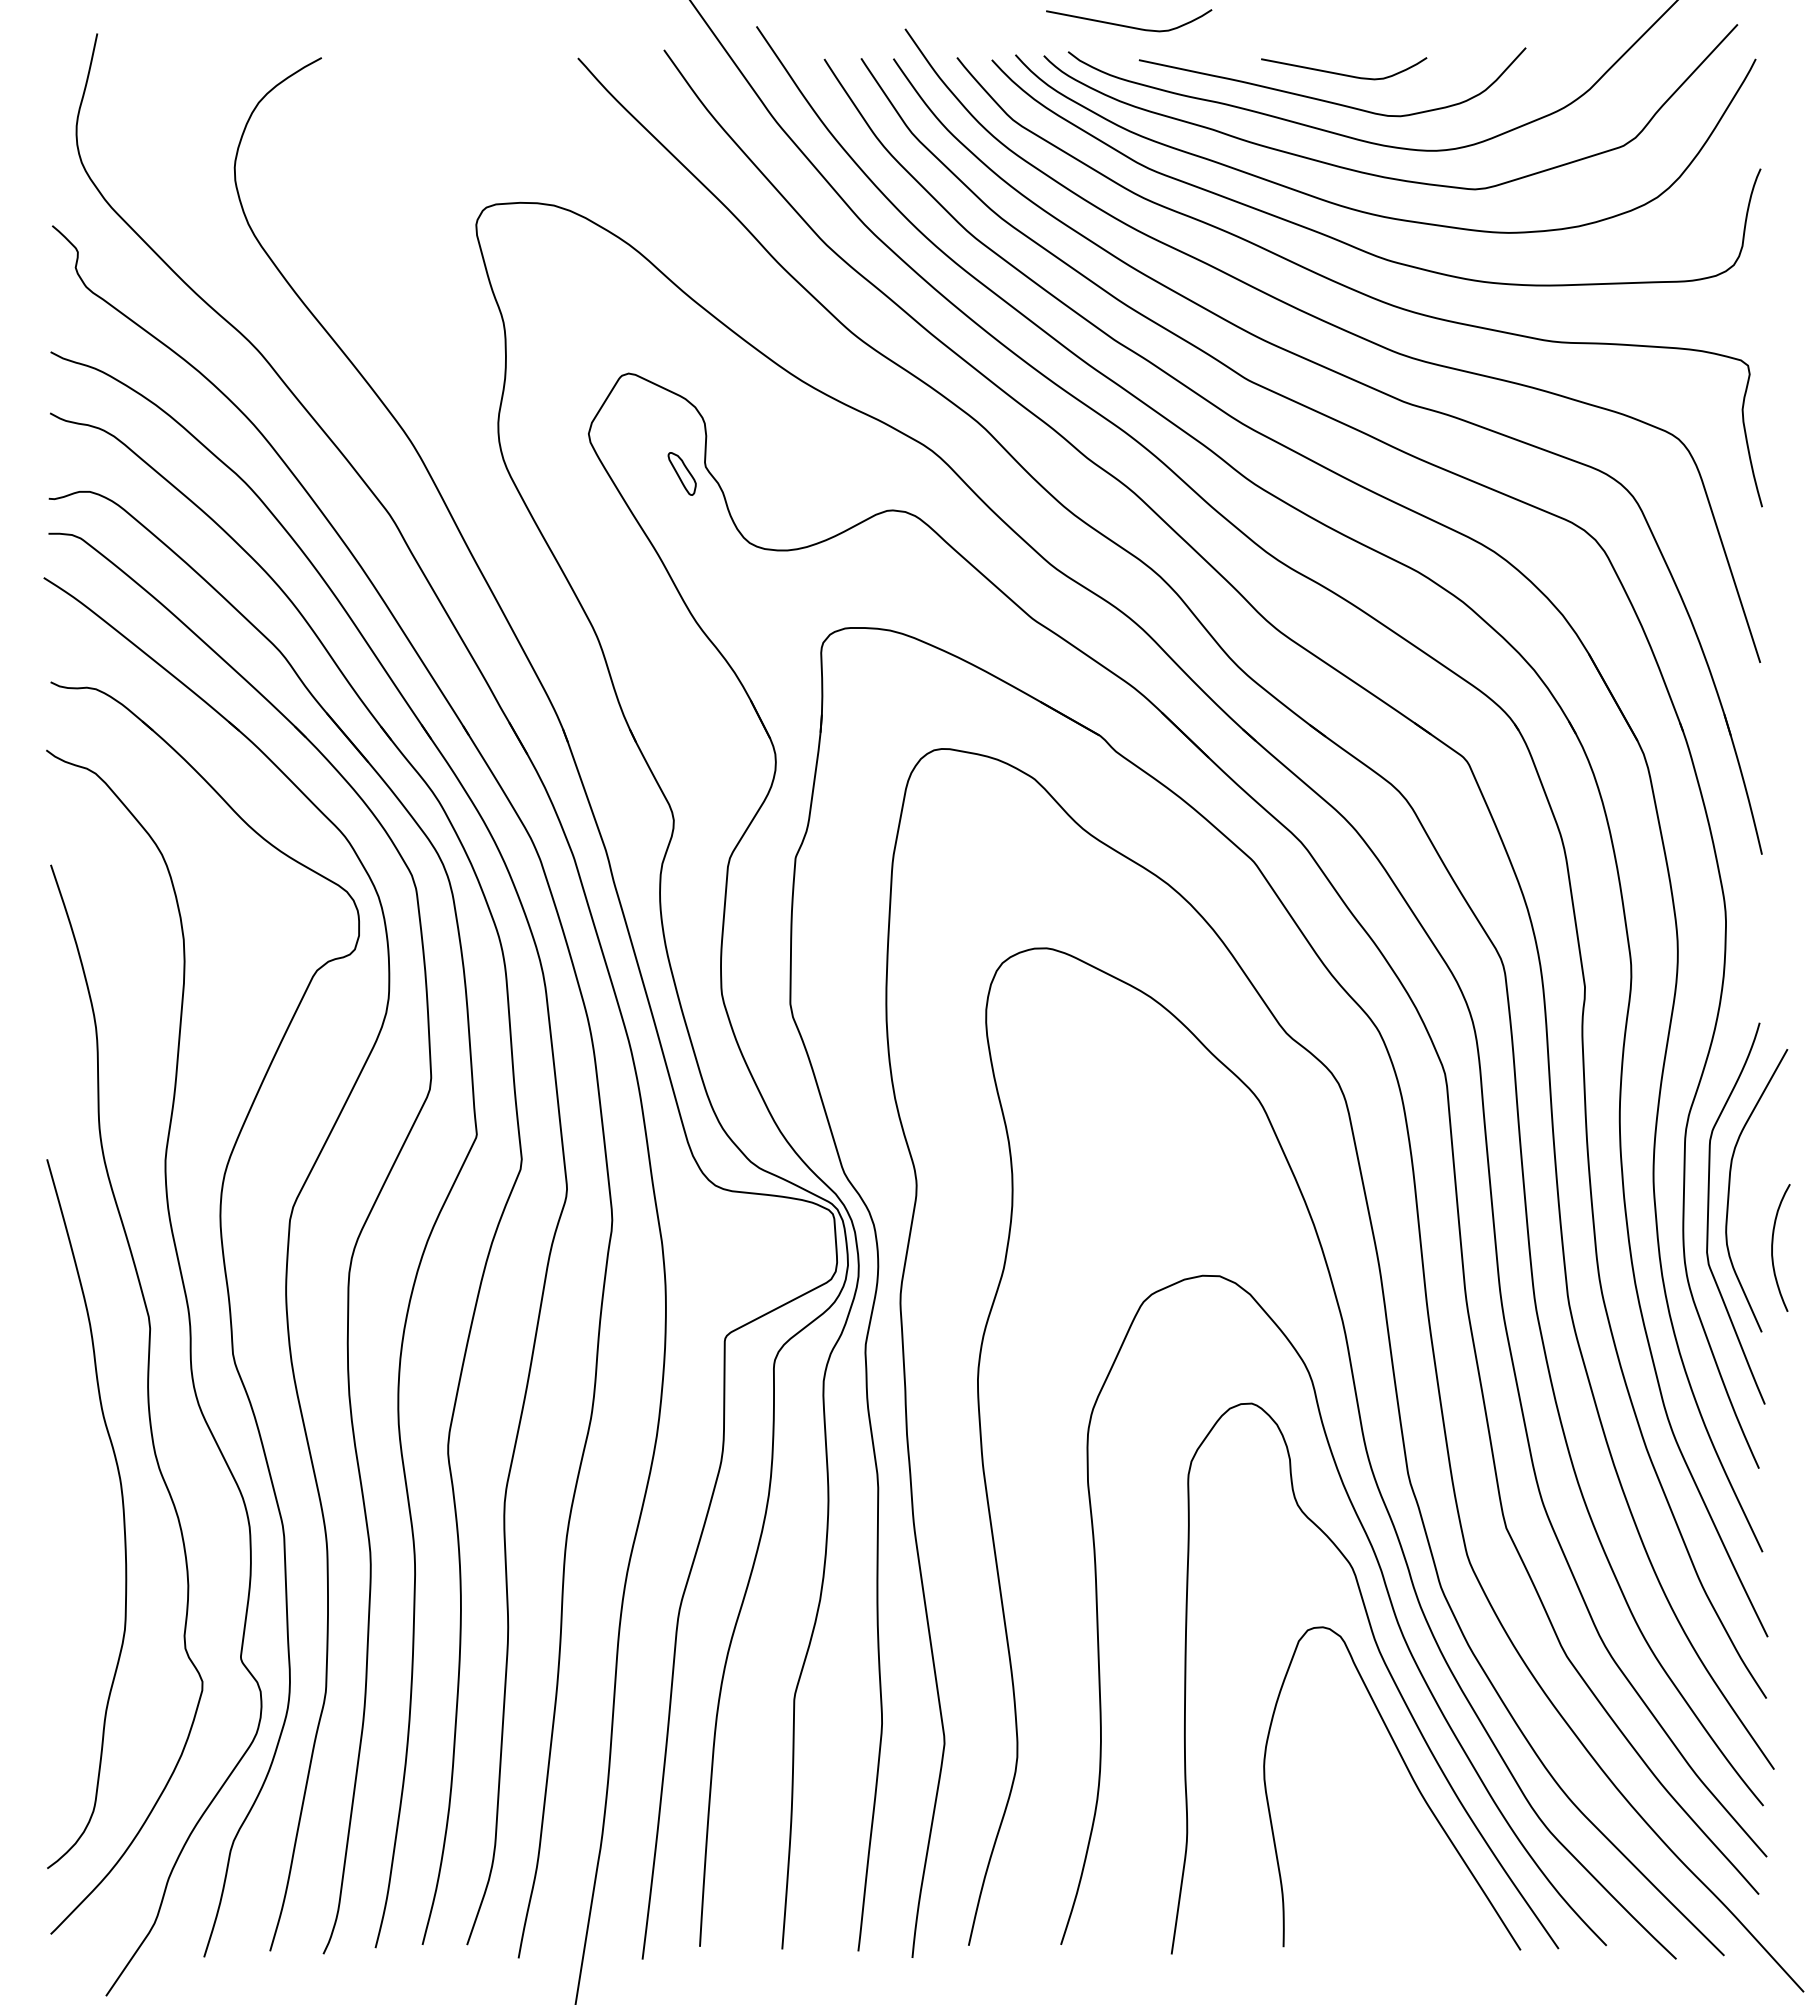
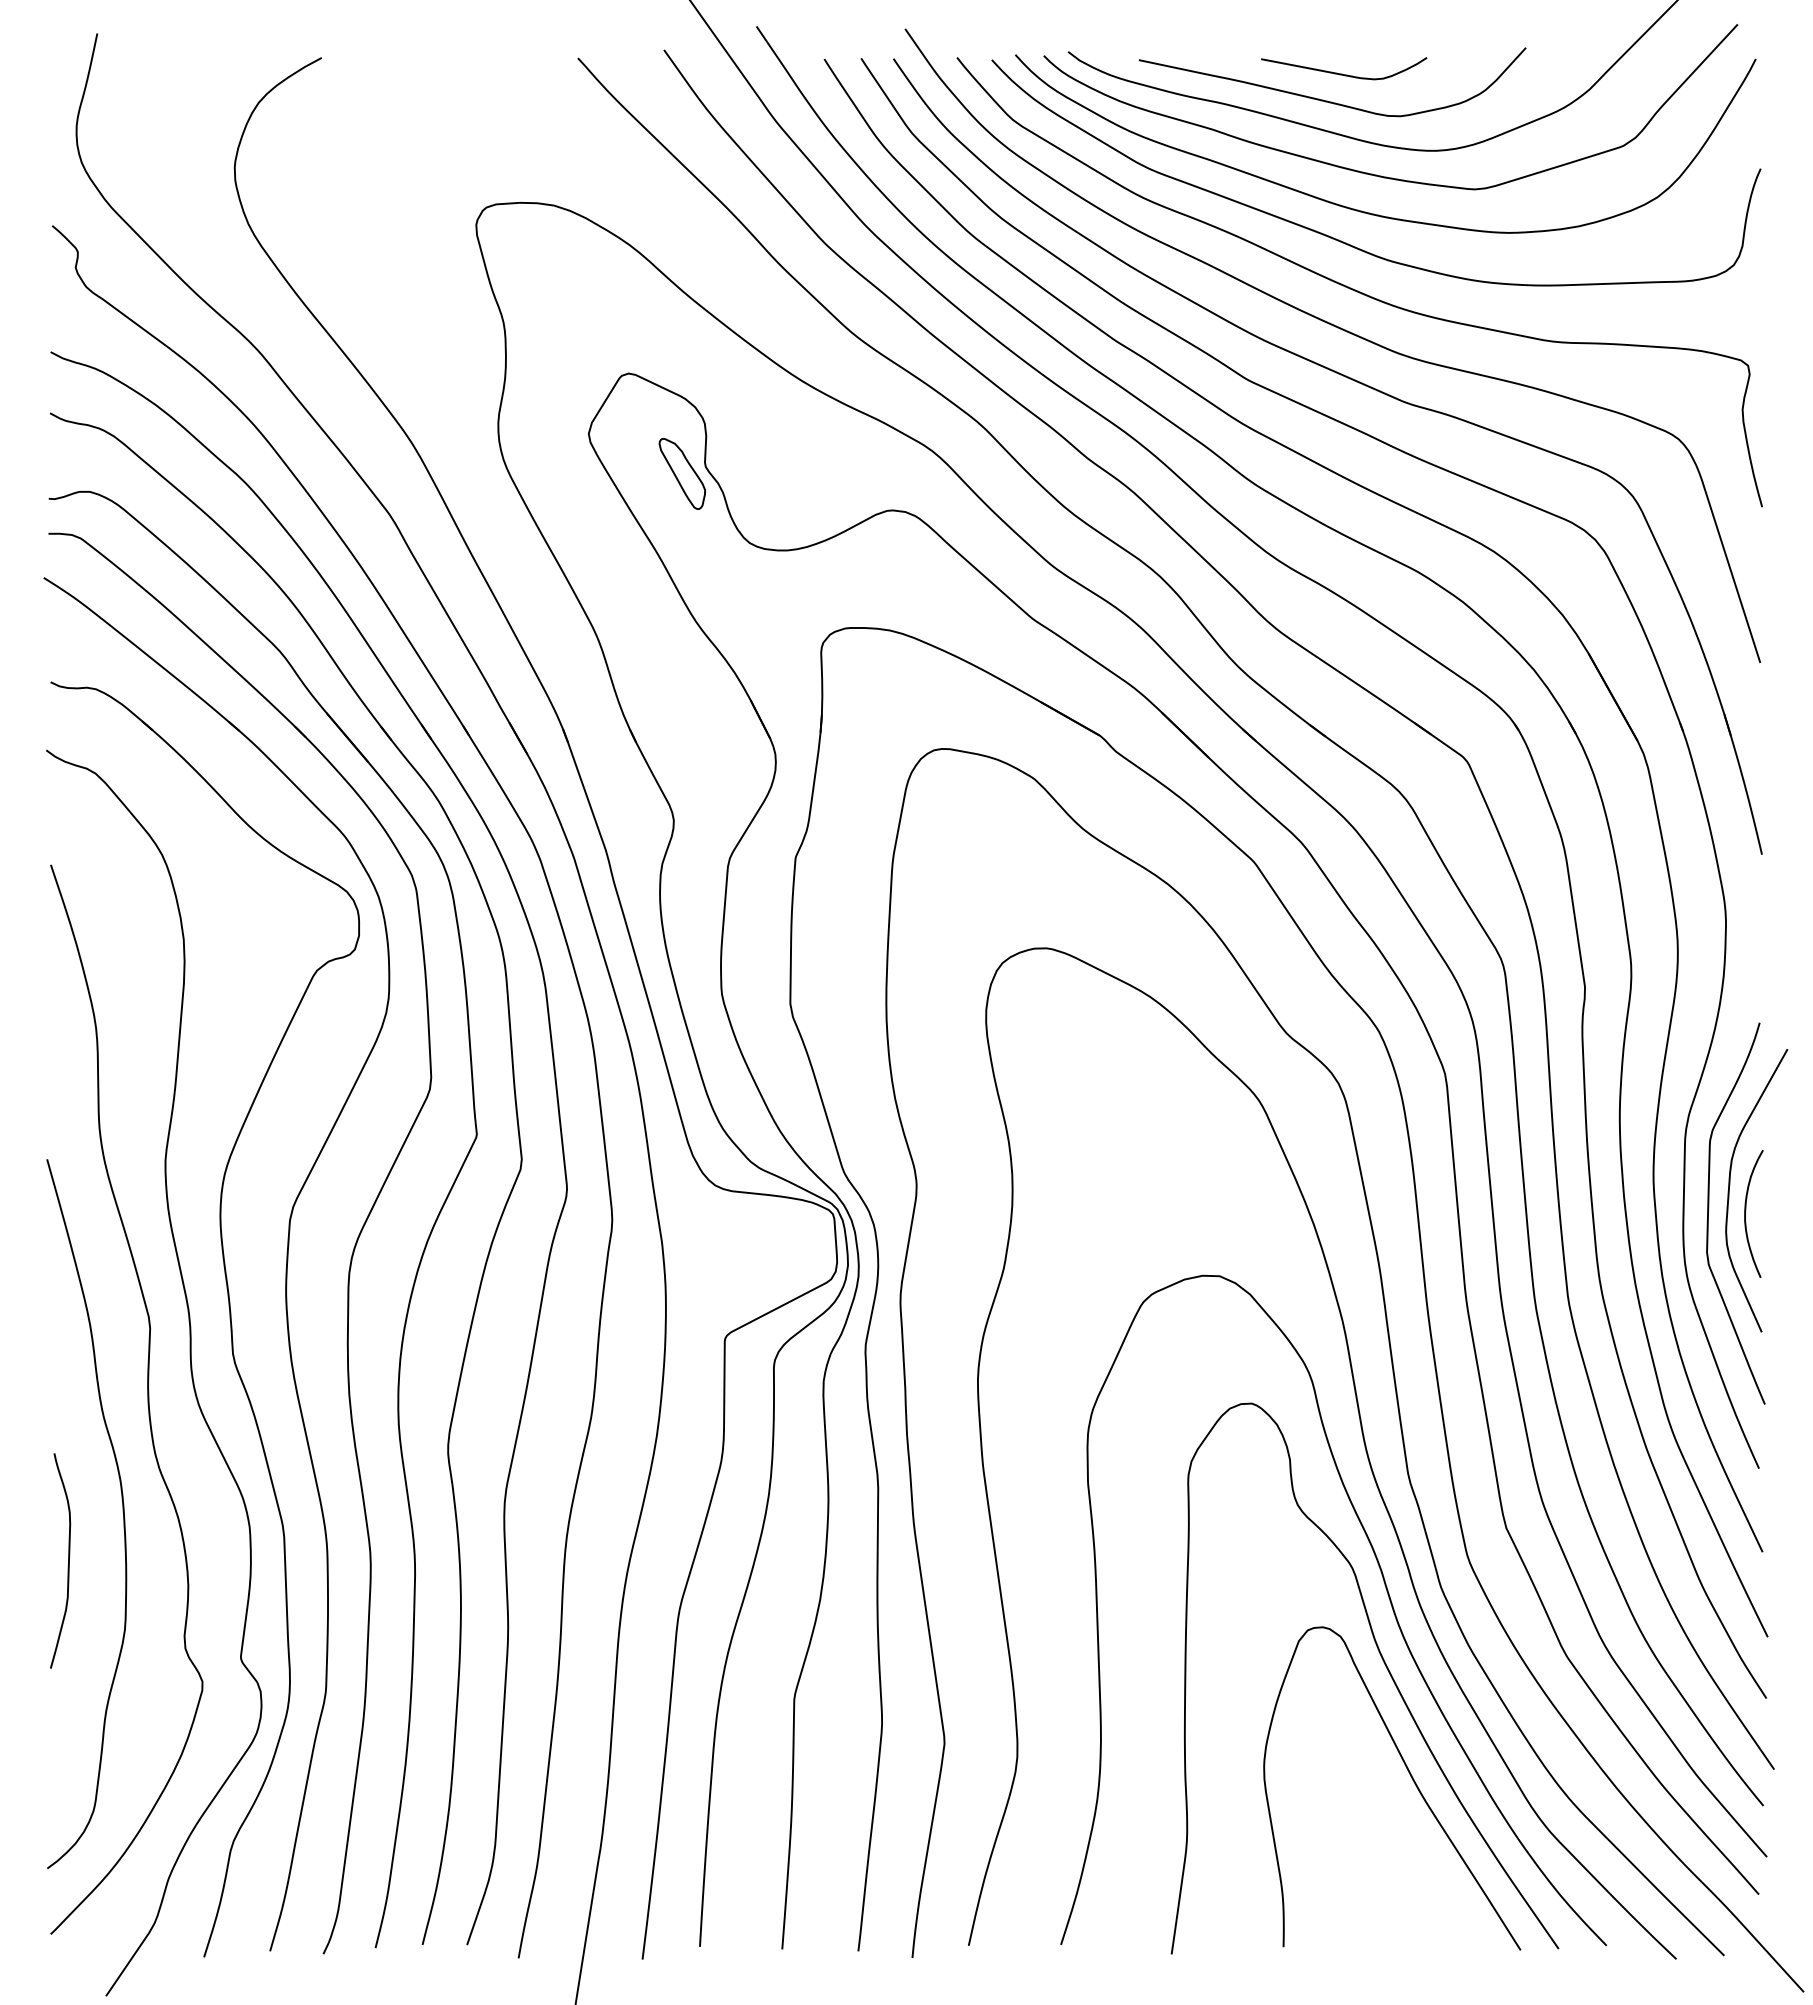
curve at (1127, 25): present -> none
part at (681, 473) size: 30x44 px -> 48x72 px
curve at (1773, 1244) position: (1773, 1244) -> (1746, 1210)
curve at (68, 1560): none -> present
